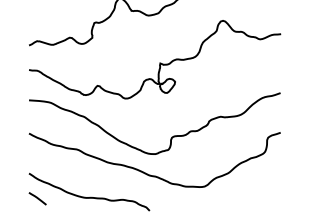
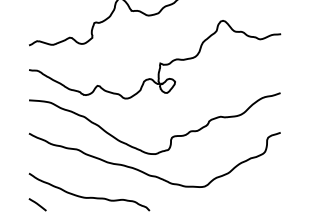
line at (37, 198) position: (37, 198) -> (37, 204)
